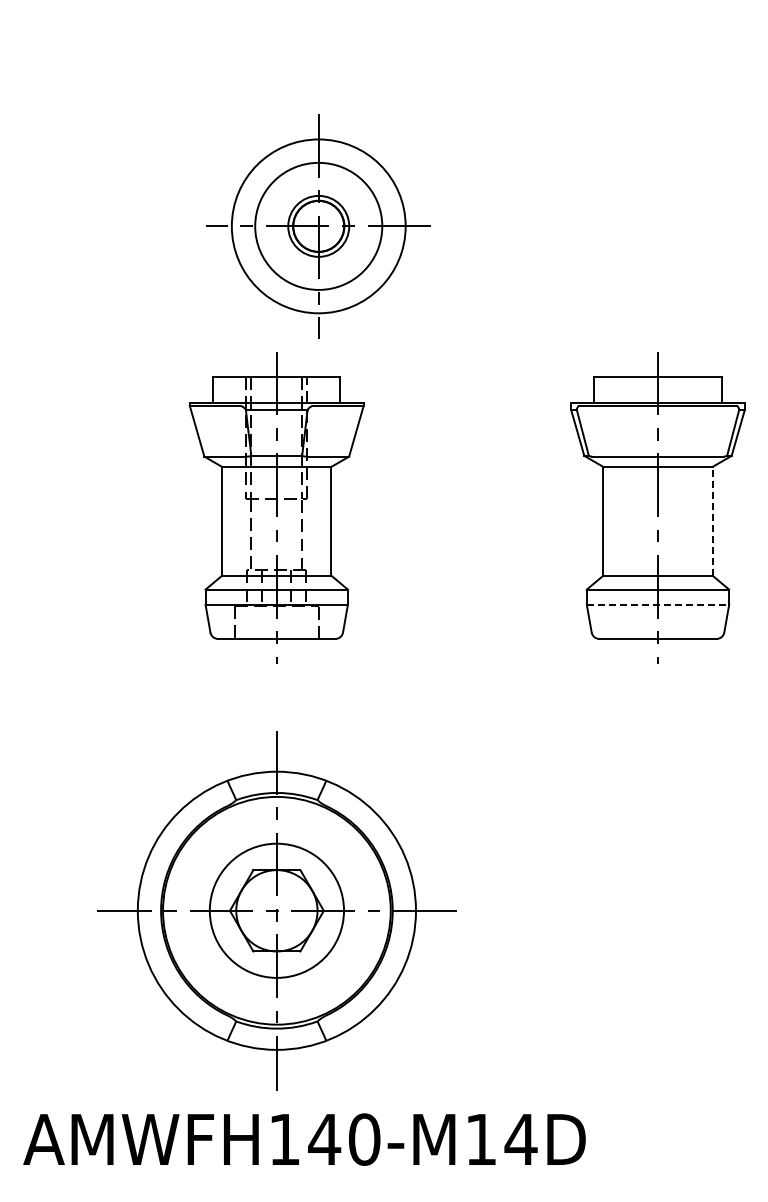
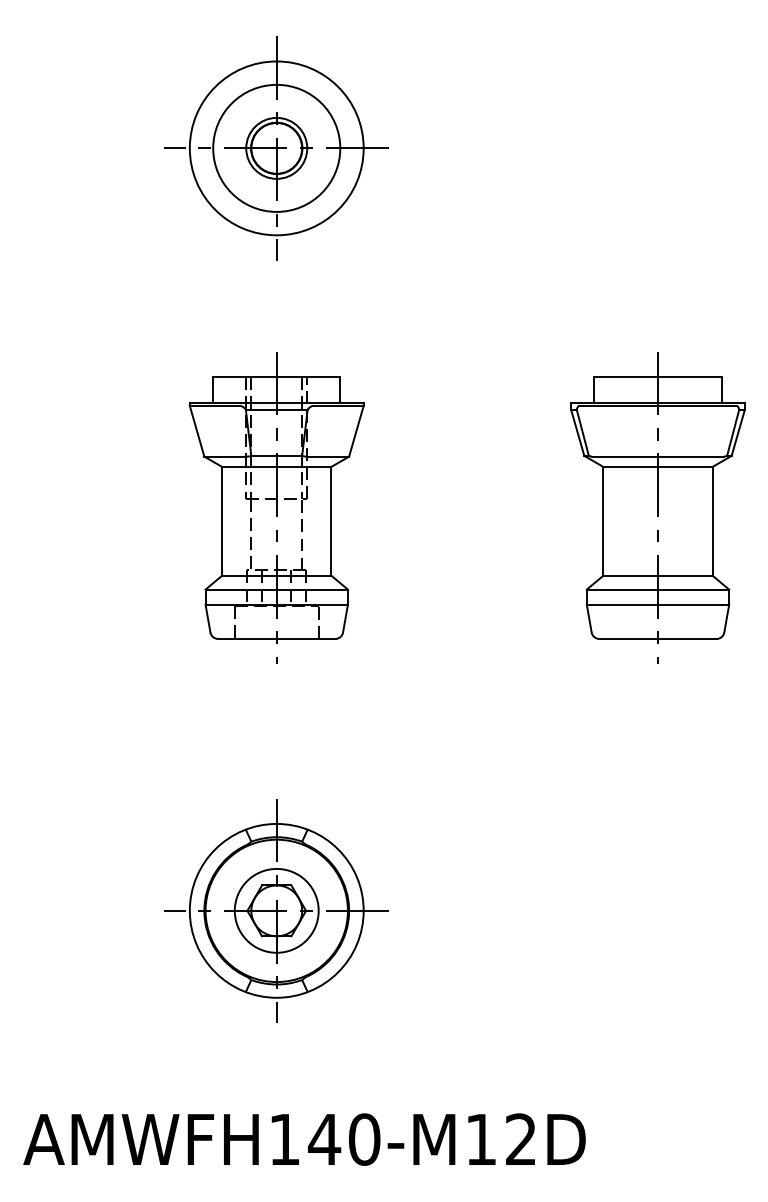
part at (318, 226) position: (318, 226) -> (276, 148)
line at (712, 520): dashed -> solid
line at (658, 604): dashed -> solid
part at (276, 910) size: 360x360 px -> 225x224 px
text at (520, 1138): AMWFH140-M14D -> AMWFH140-M12D
